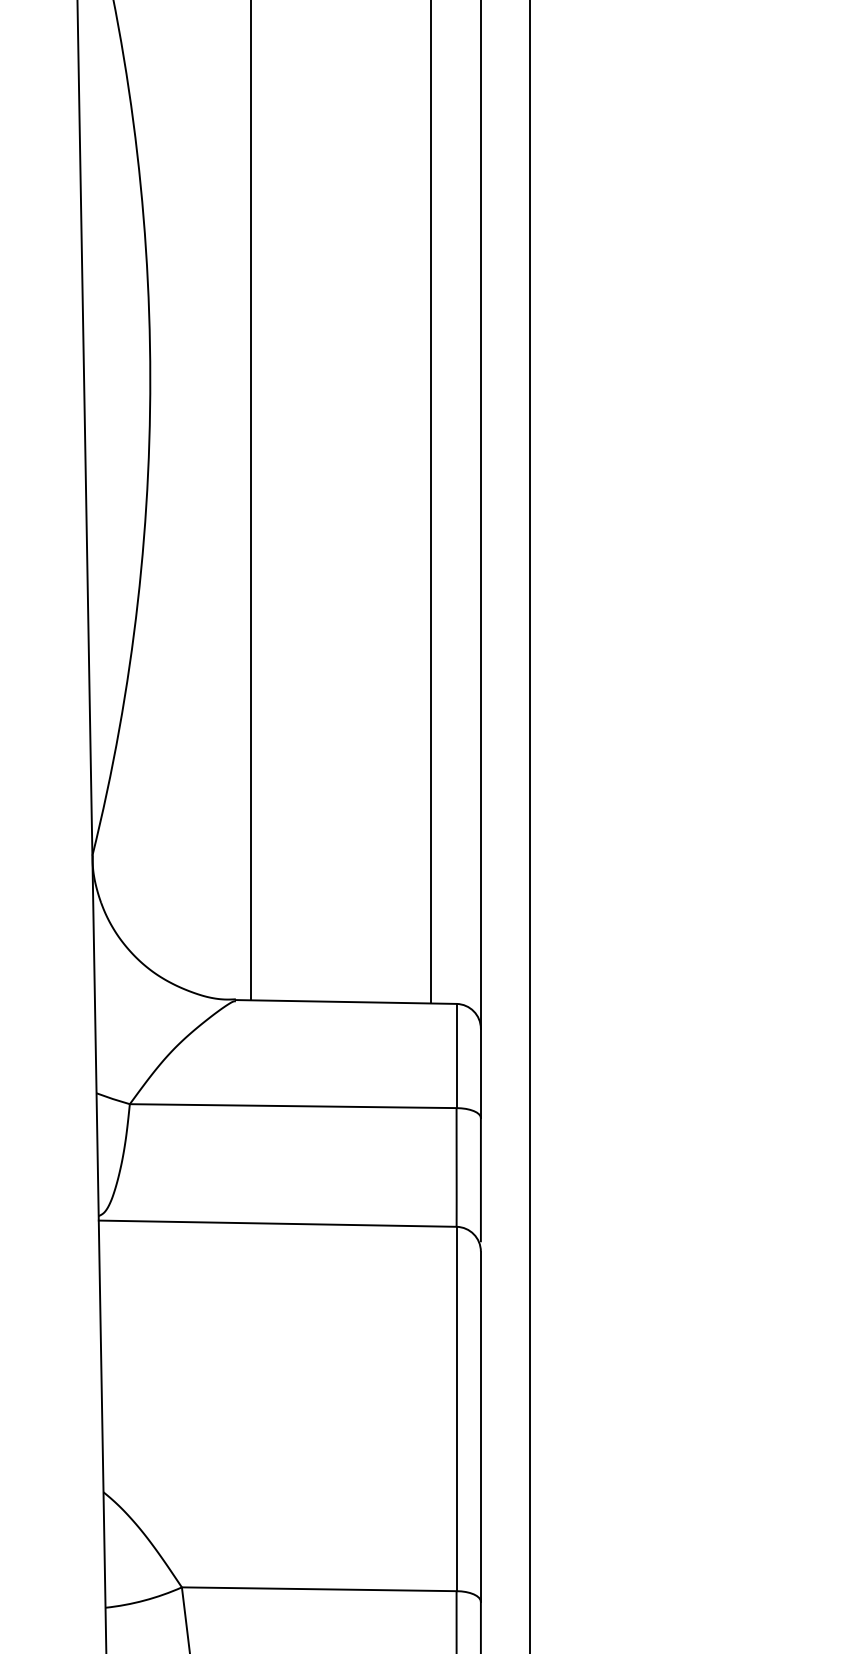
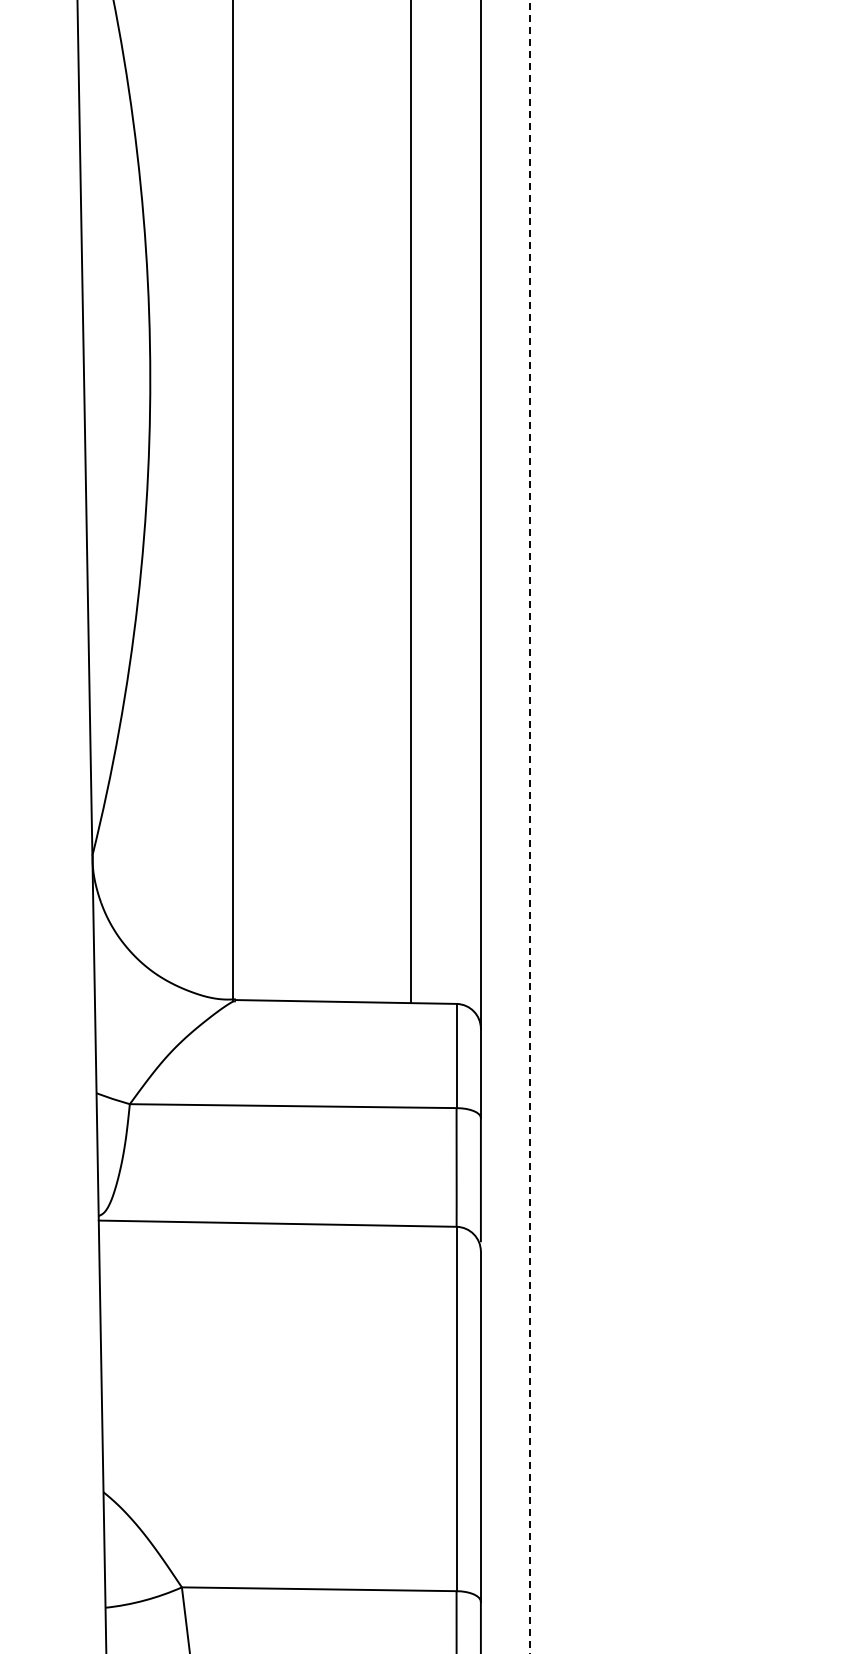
line at (250, 501) position: (250, 501) -> (232, 501)
line at (431, 502) position: (431, 502) -> (411, 502)
line at (530, 827): solid -> dashed
